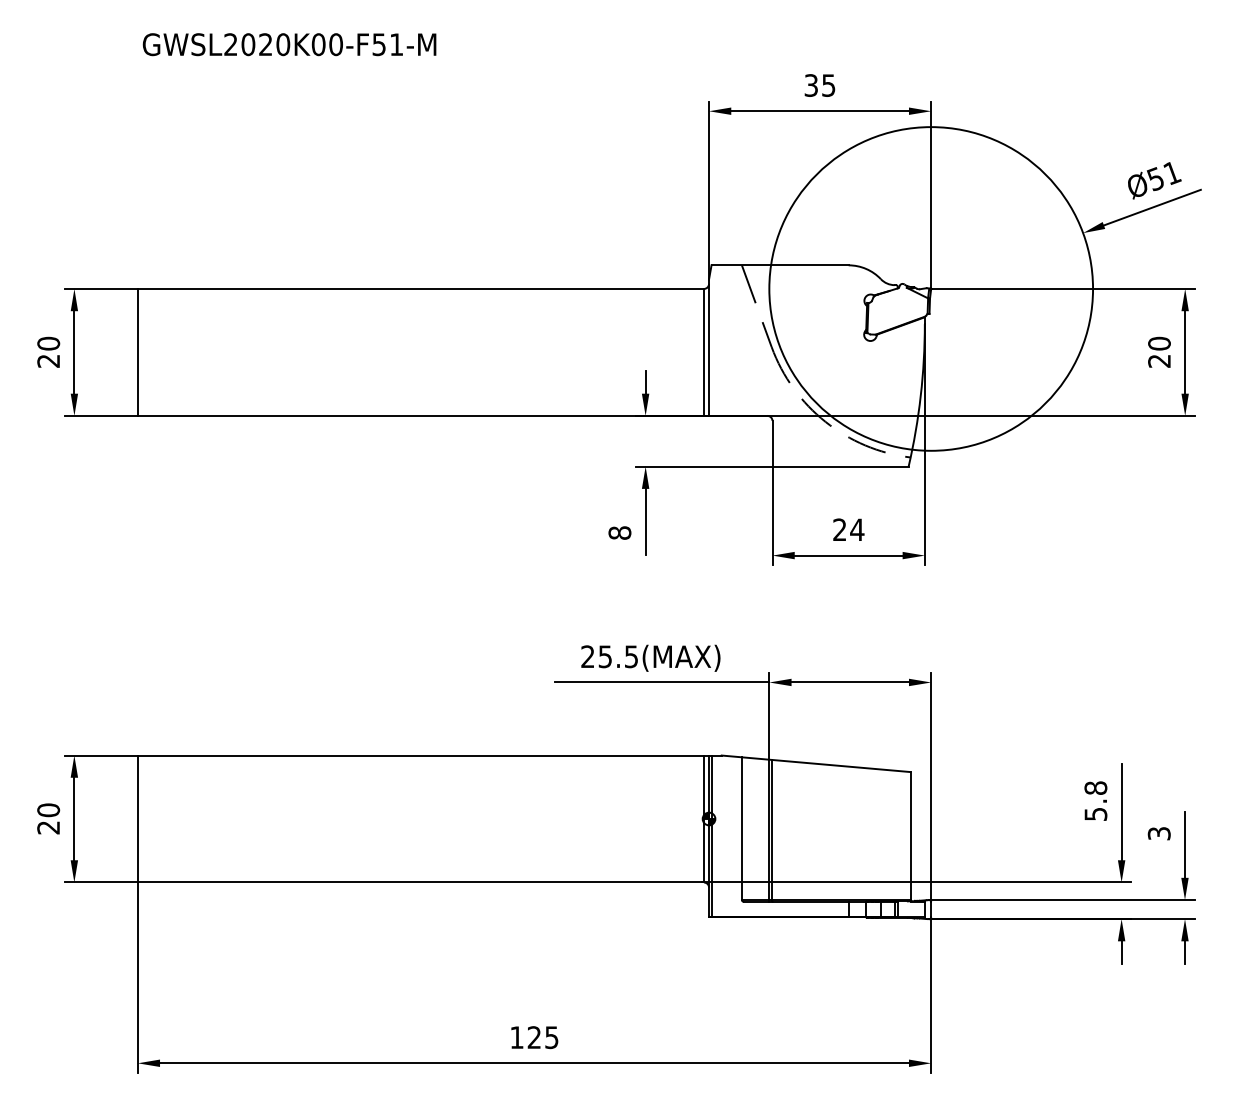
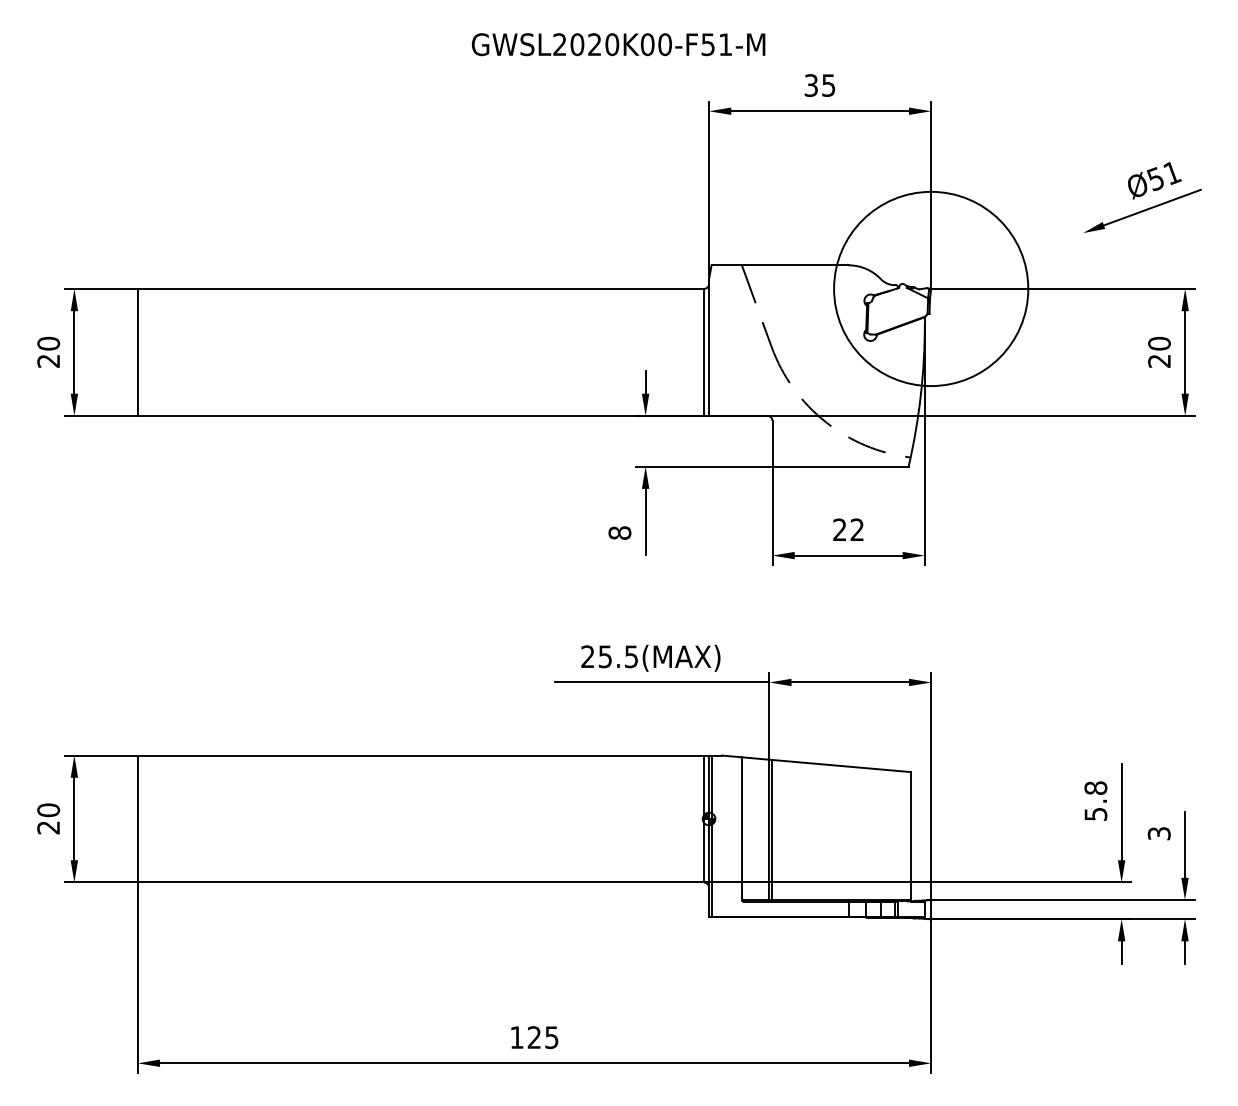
text at (289, 44) position: (289, 44) -> (618, 44)
circle at (931, 288) diameter: 324 px -> 194 px
text at (857, 529): 24 -> 22
